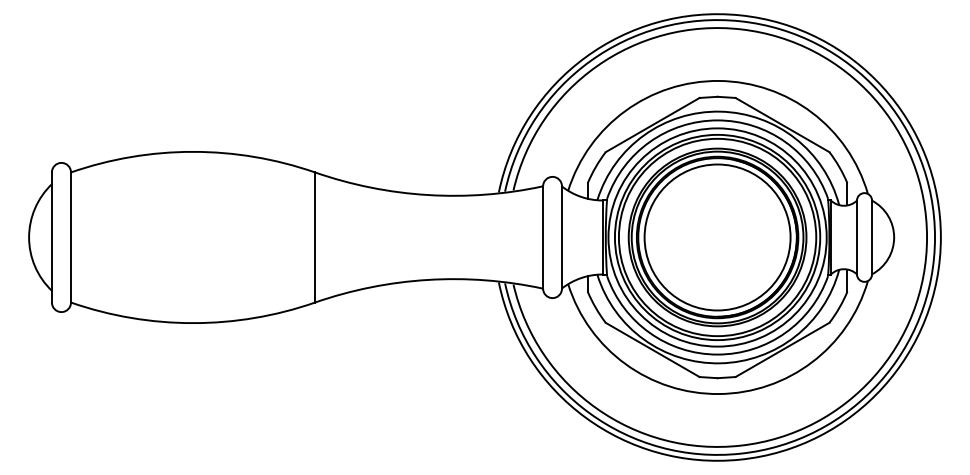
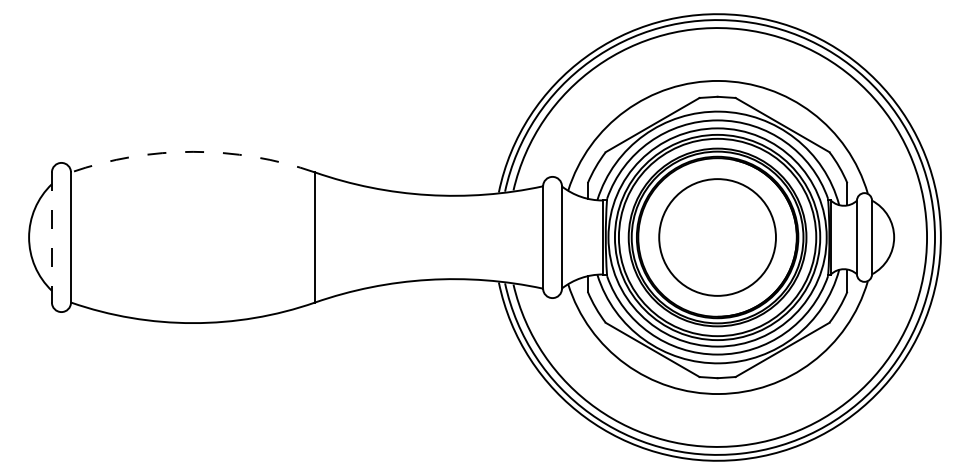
arc at (193, 151): solid -> dashed
circle at (717, 237) diameter: 146 px -> 117 px
line at (51, 238): solid -> dashed
